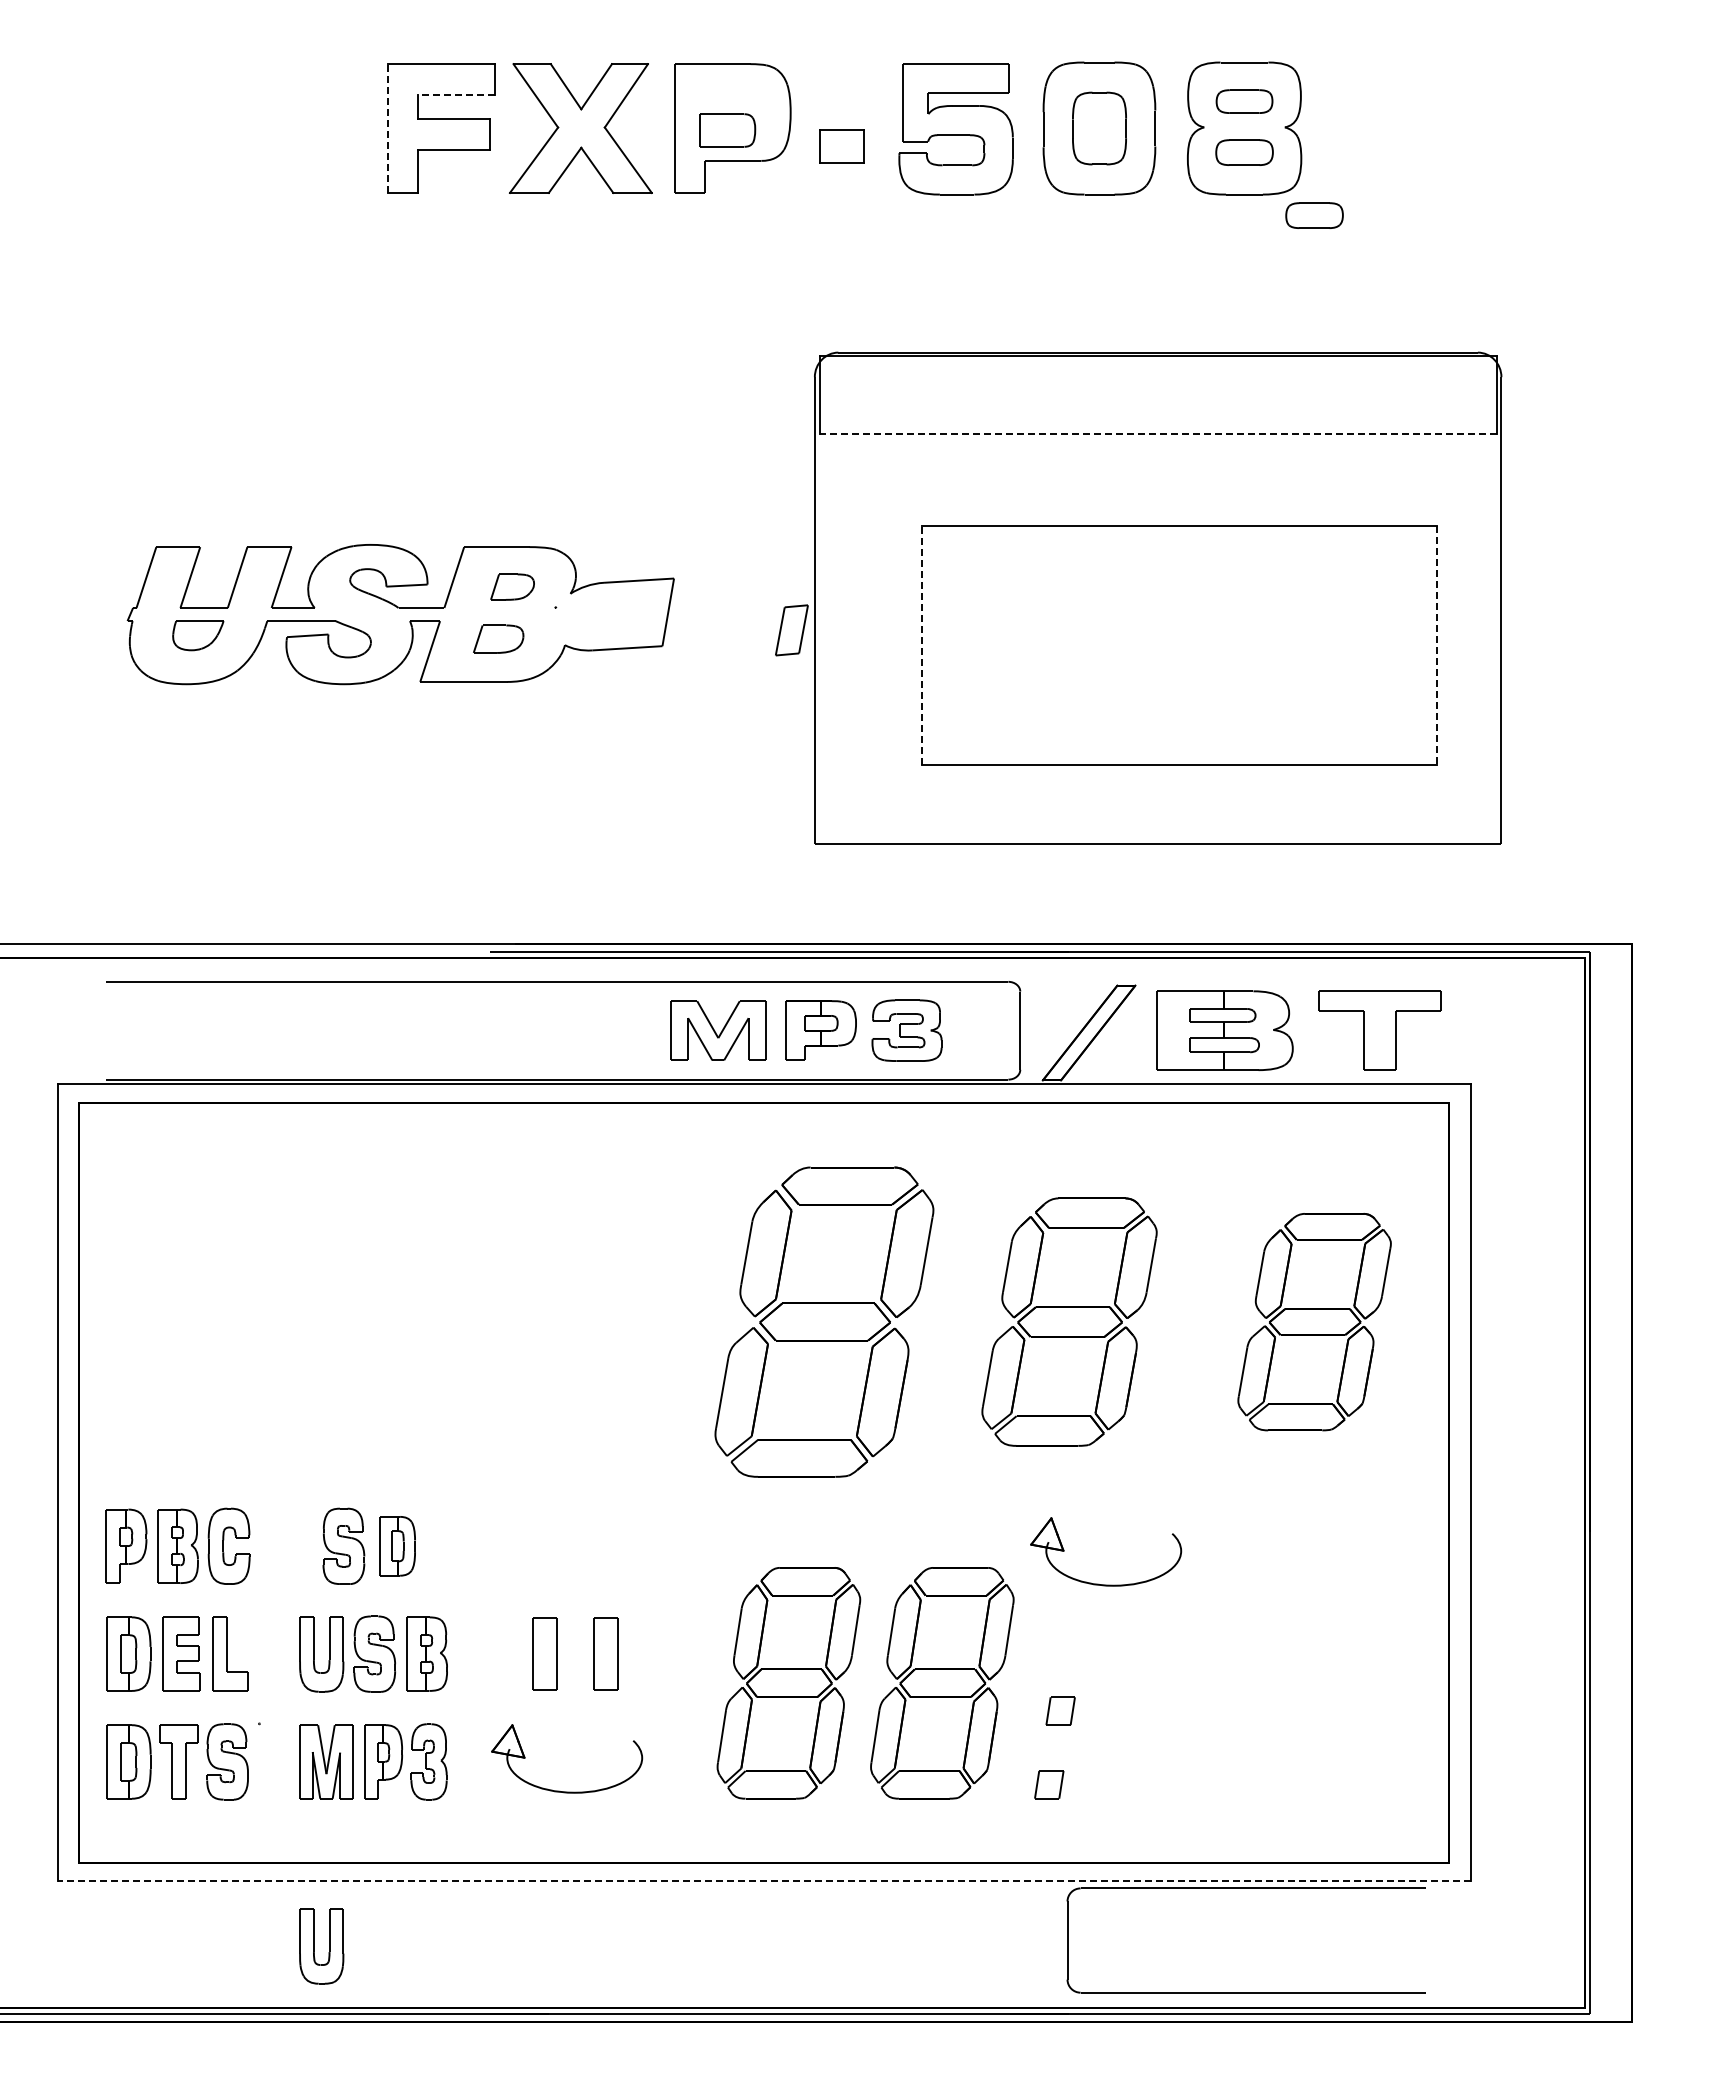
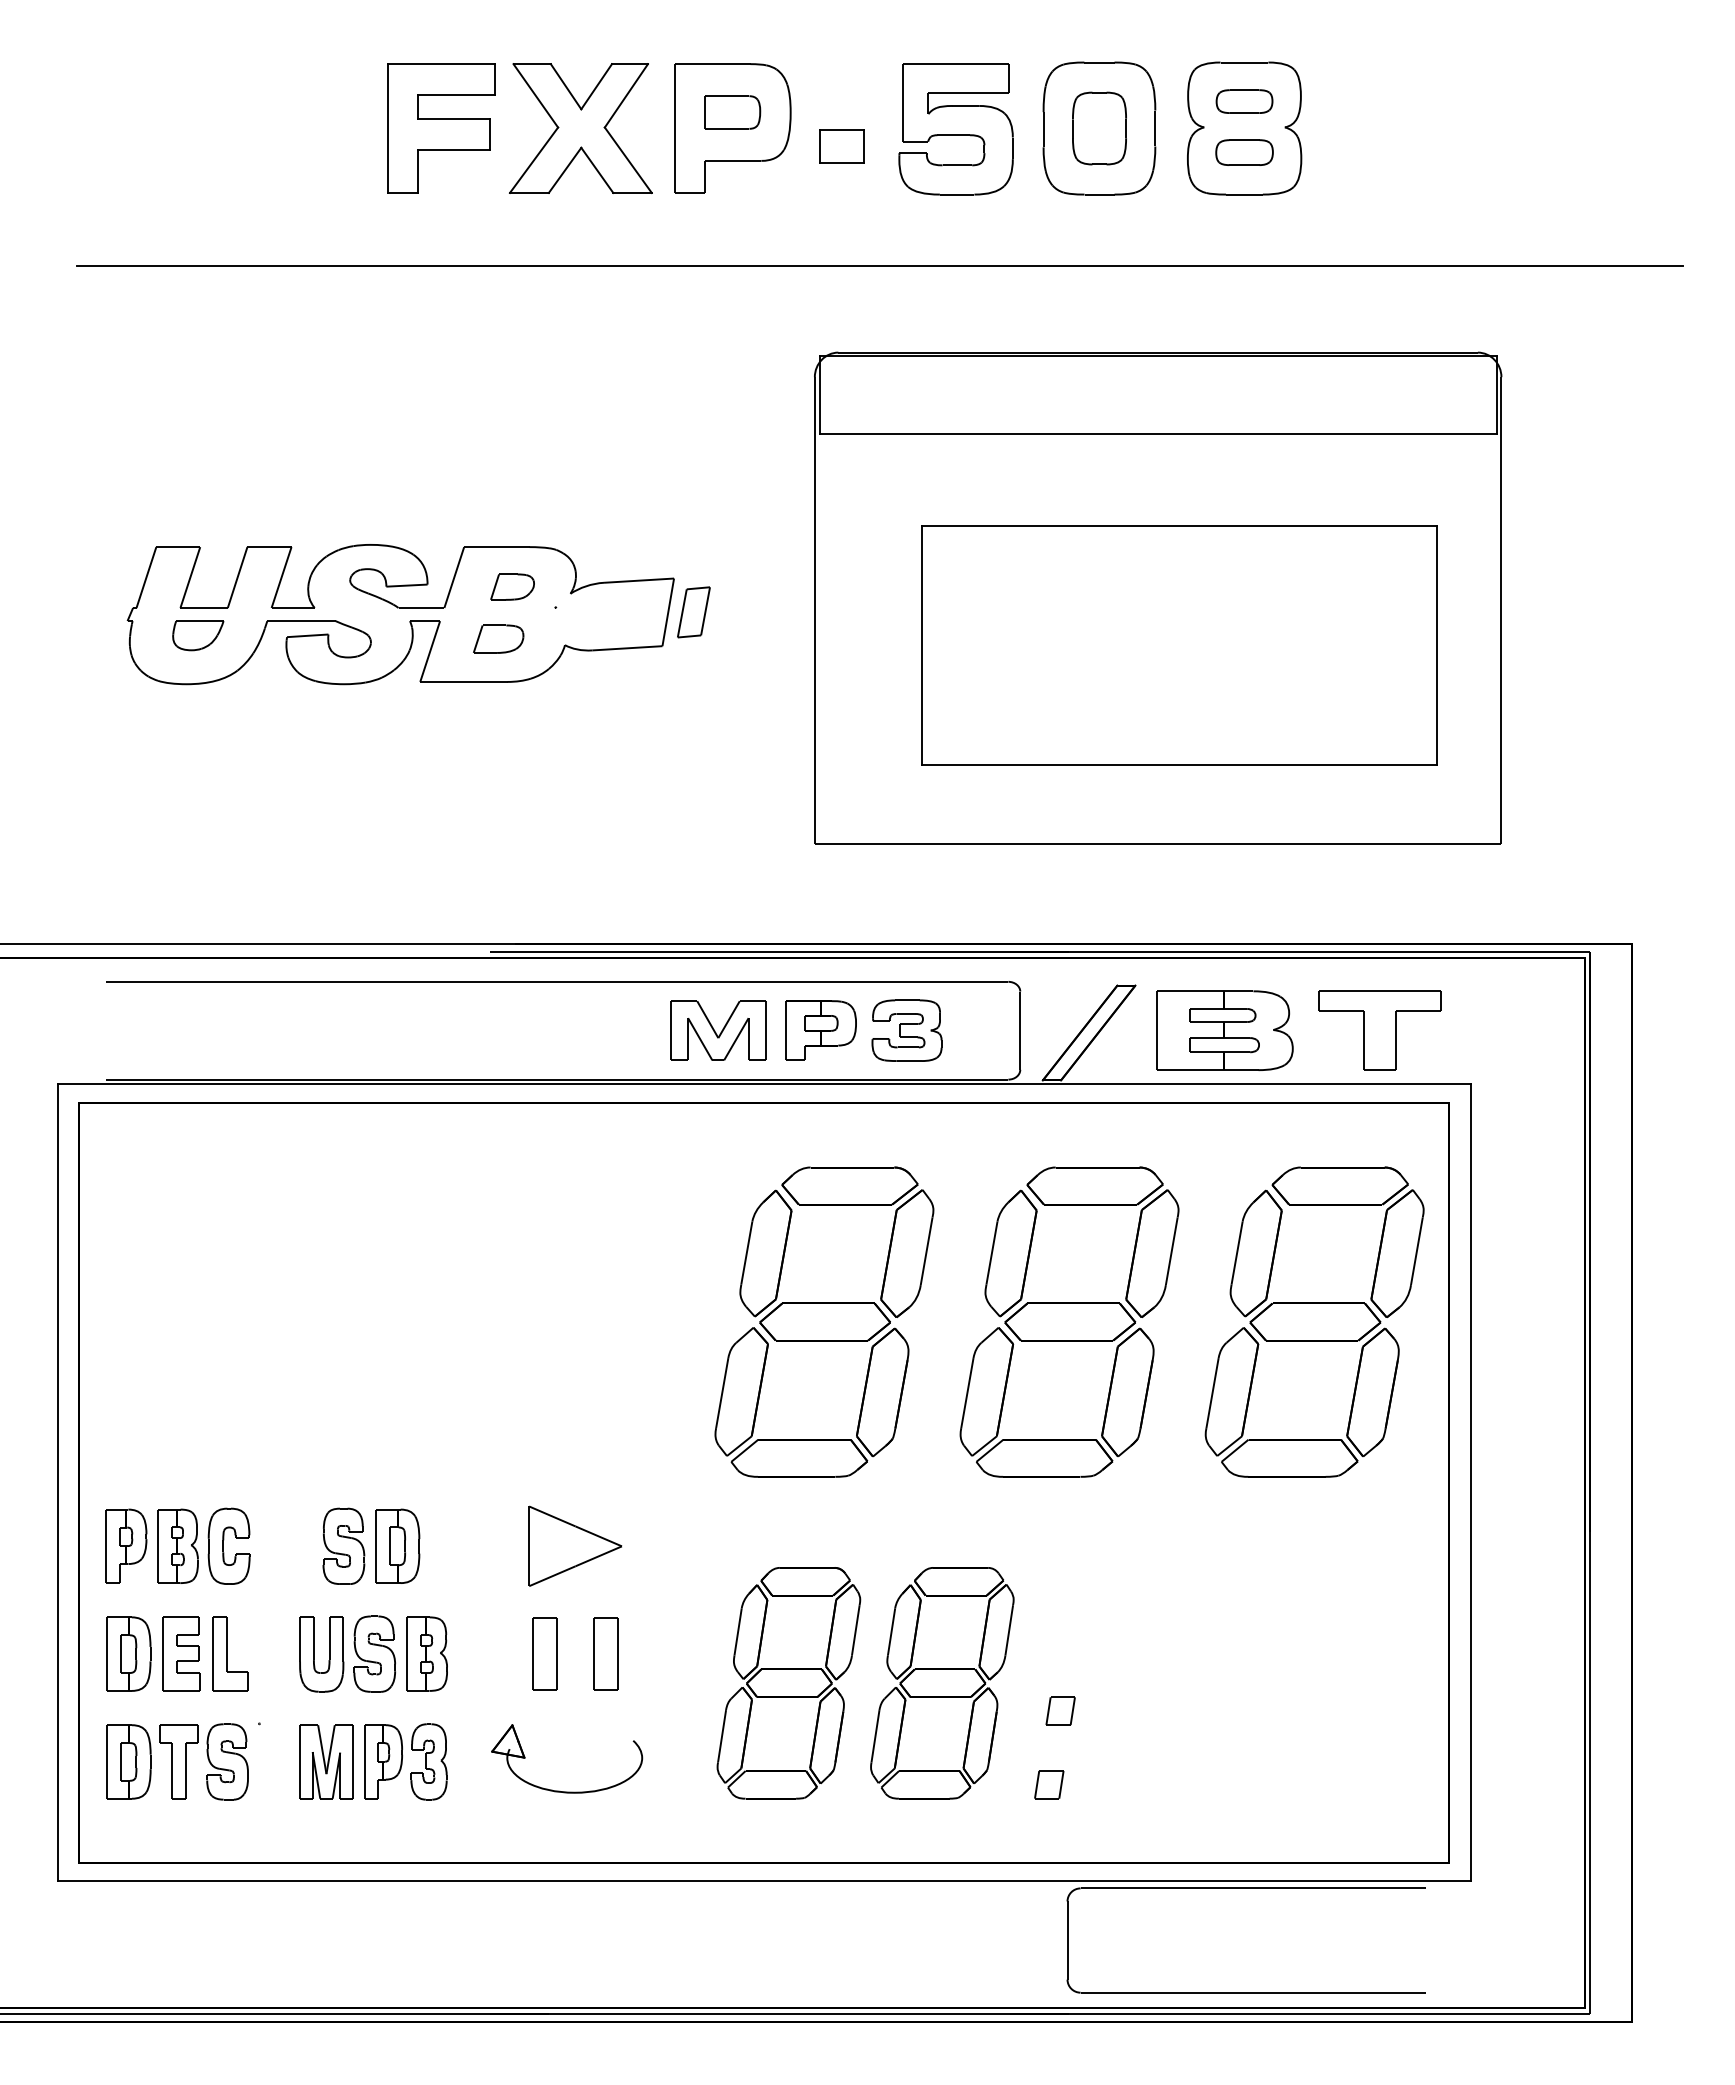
line at (456, 95): dashed -> solid
line at (387, 128): dashed -> solid
part at (727, 130) position: (727, 130) -> (732, 112)
part at (1314, 215): present -> none
line at (879, 266): none -> present
line at (1158, 434): dashed -> solid
part at (791, 630) position: (791, 630) -> (693, 612)
line at (921, 645): dashed -> solid
line at (1437, 645): dashed -> solid
part at (1069, 1321) size: 177x250 px -> 221x312 px
part at (1314, 1322) size: 155x219 px -> 221x312 px
part at (575, 1545): none -> present
part at (397, 1546) size: 37x61 px -> 46x76 px
part at (1098, 1583): present -> none
line at (763, 1881): dashed -> solid
part at (314, 1946): present -> none
